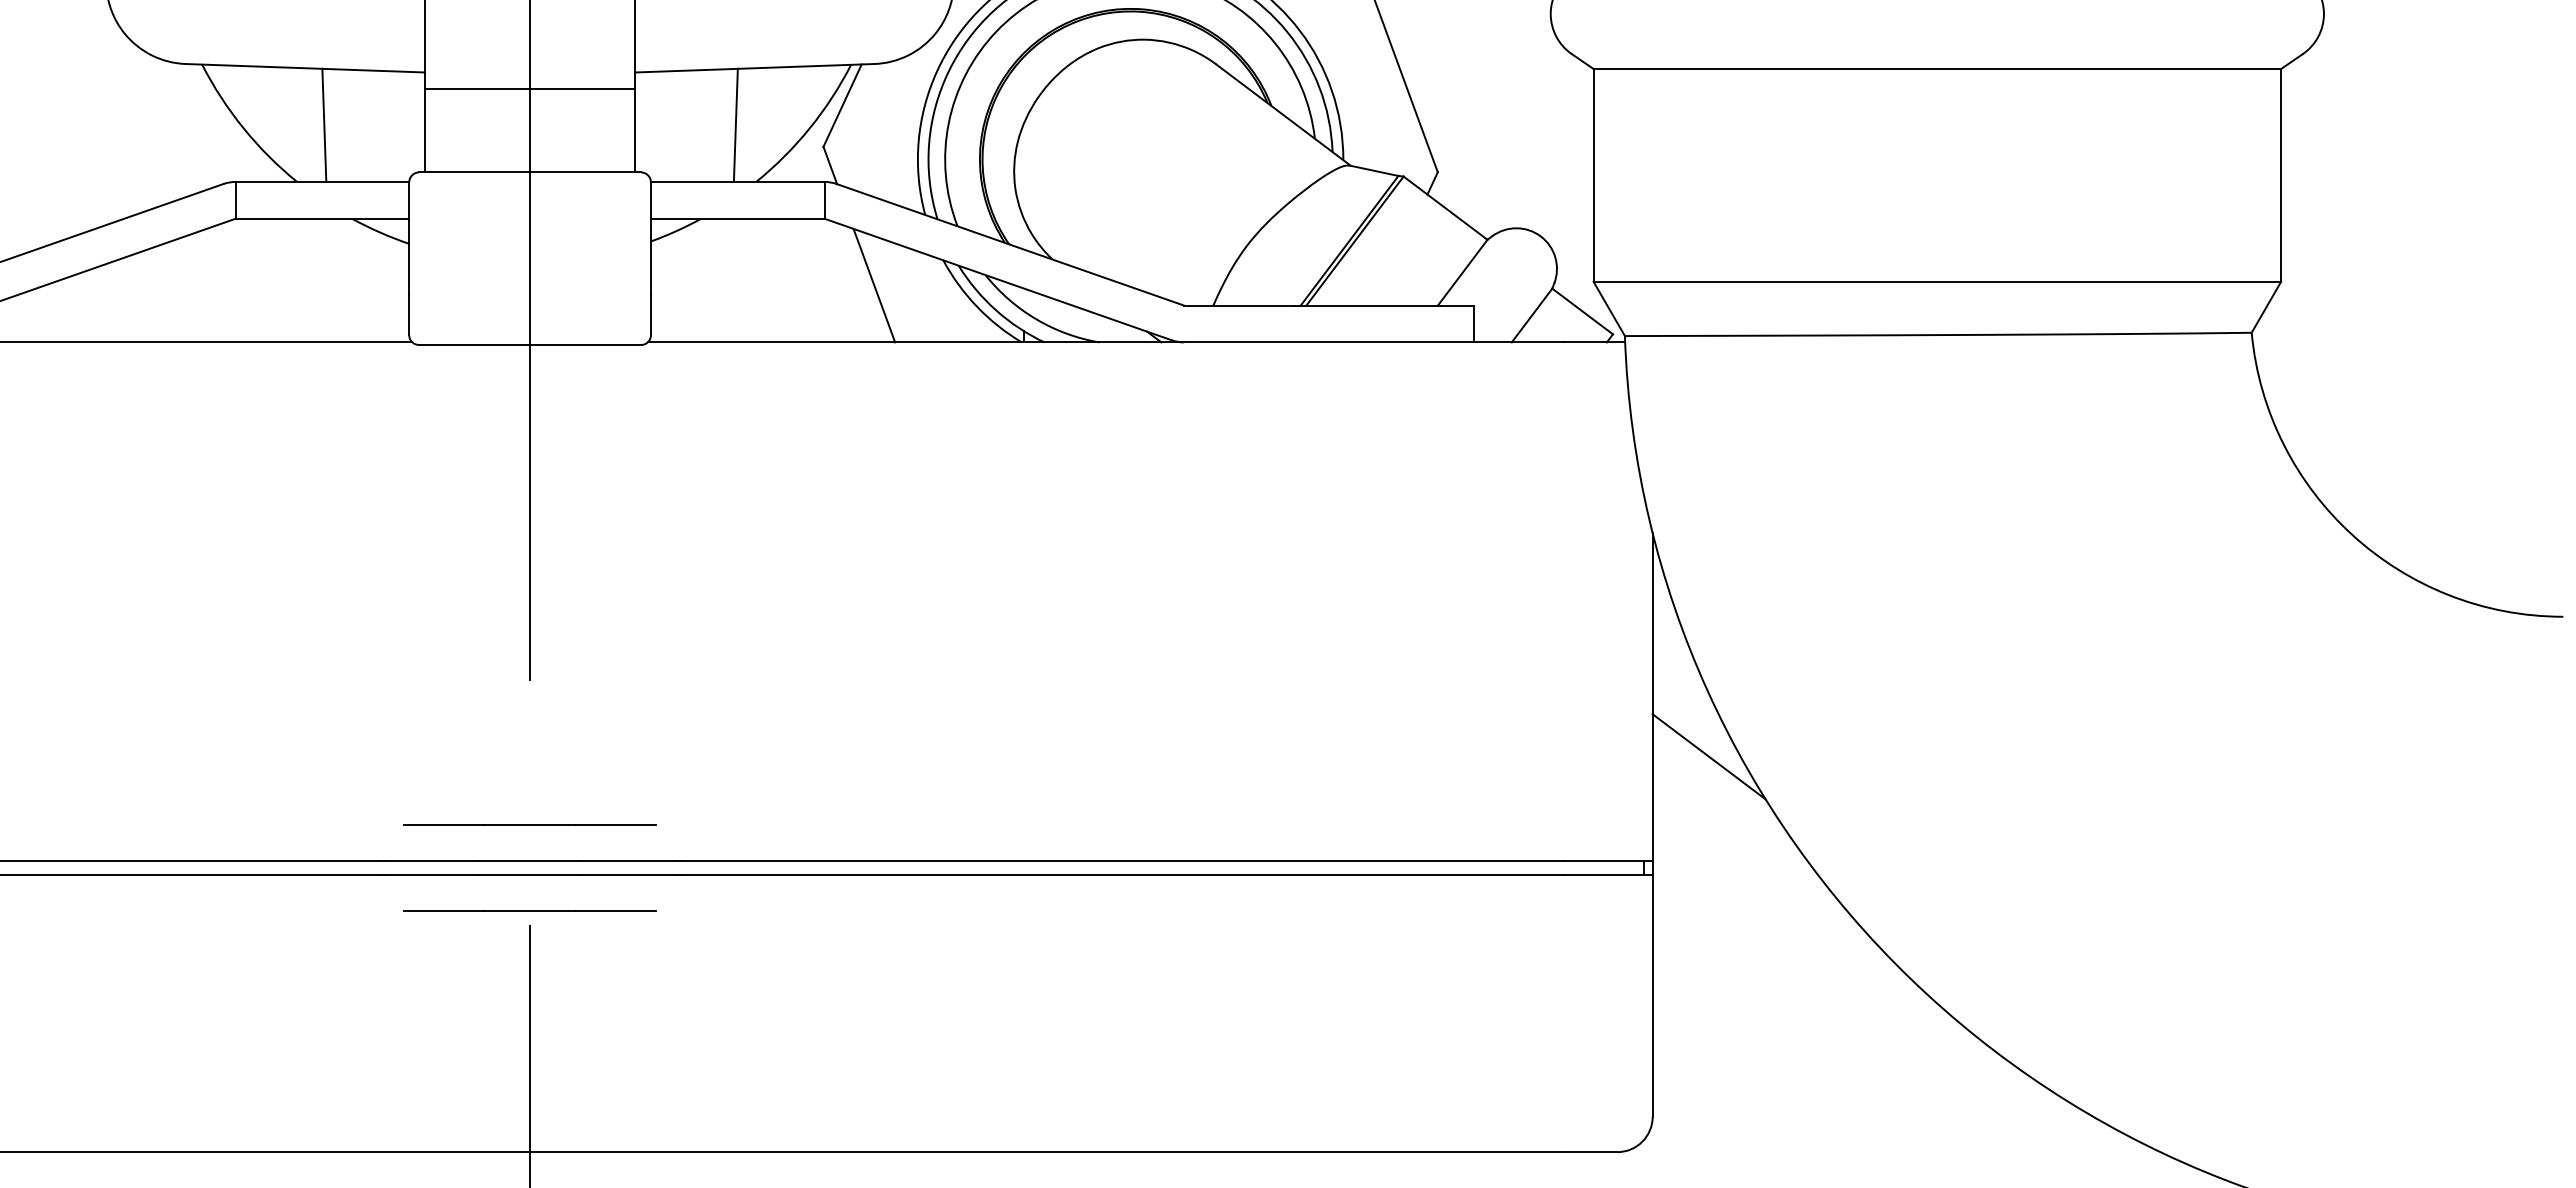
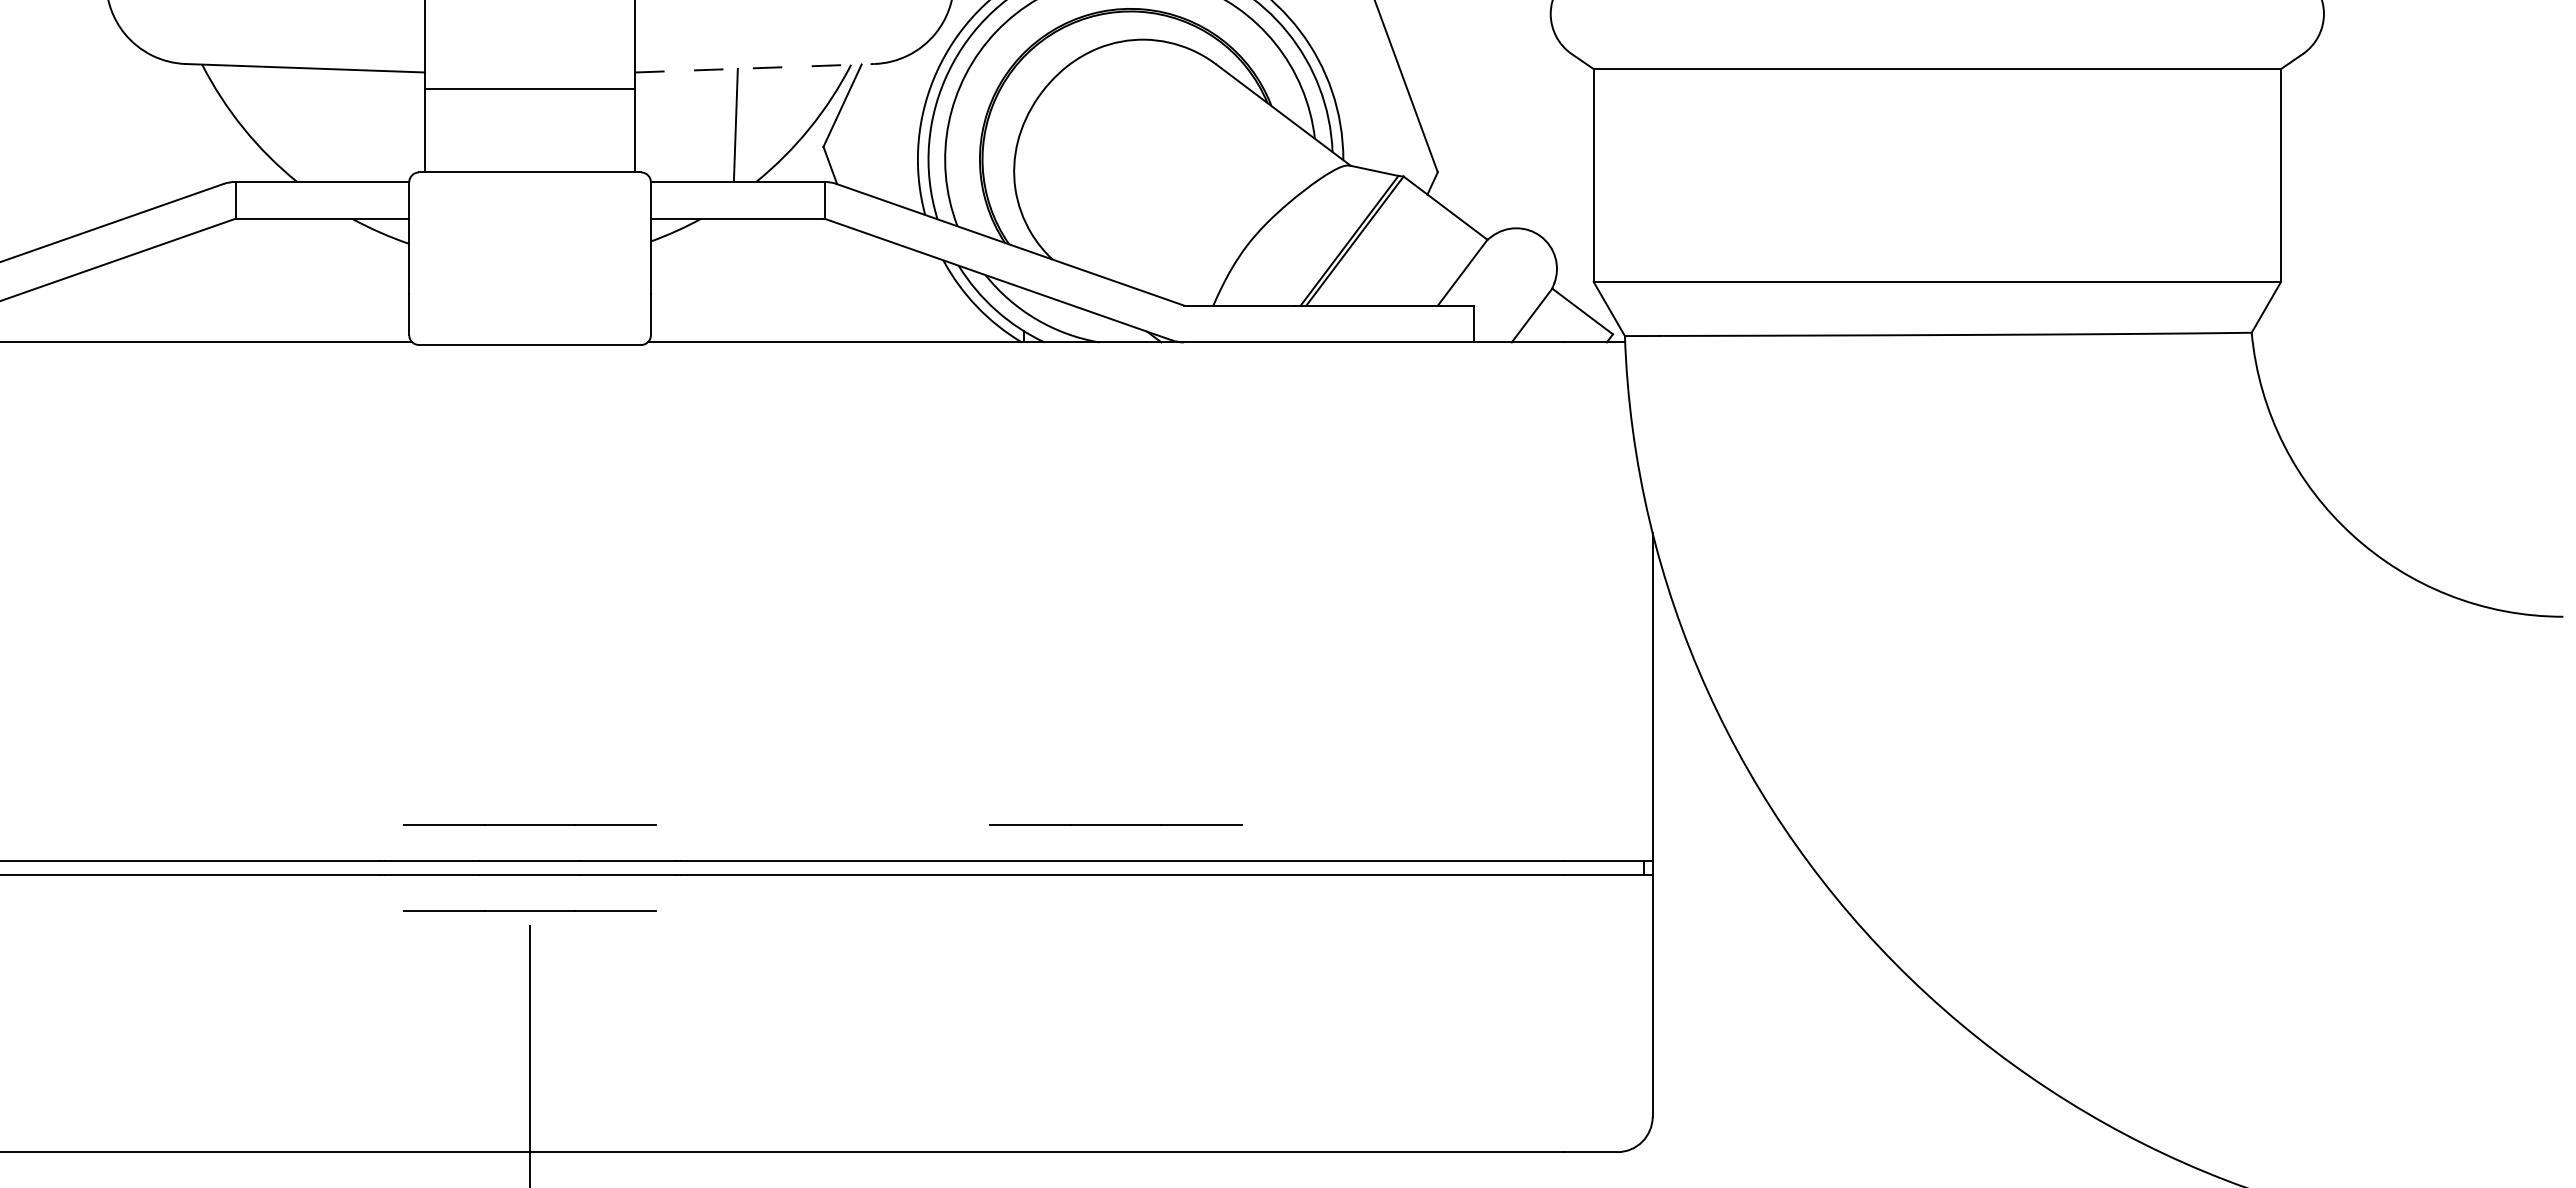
line at (754, 68): solid -> dashed
line at (324, 124): present -> none
line at (874, 285): present -> none
line at (530, 340): present -> none
line at (1708, 756): present -> none
line at (1115, 824): none -> present
